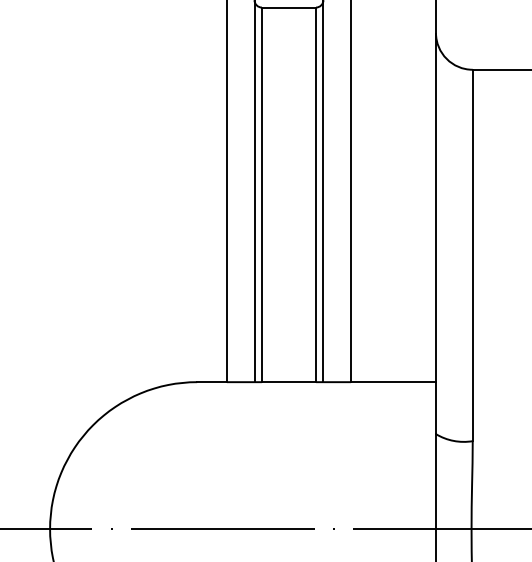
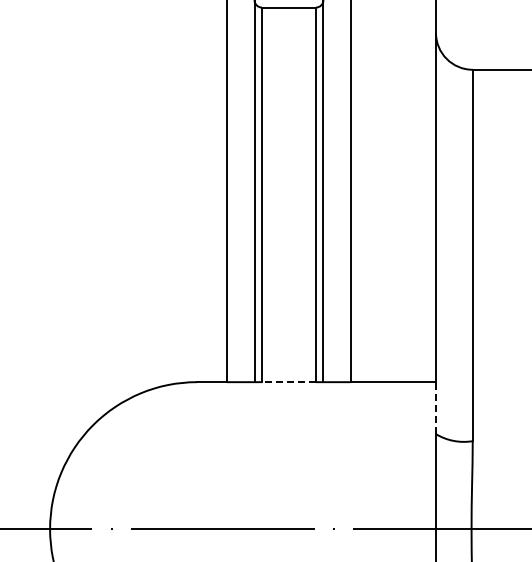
line at (288, 382): solid -> dashed
line at (435, 408): solid -> dashed
